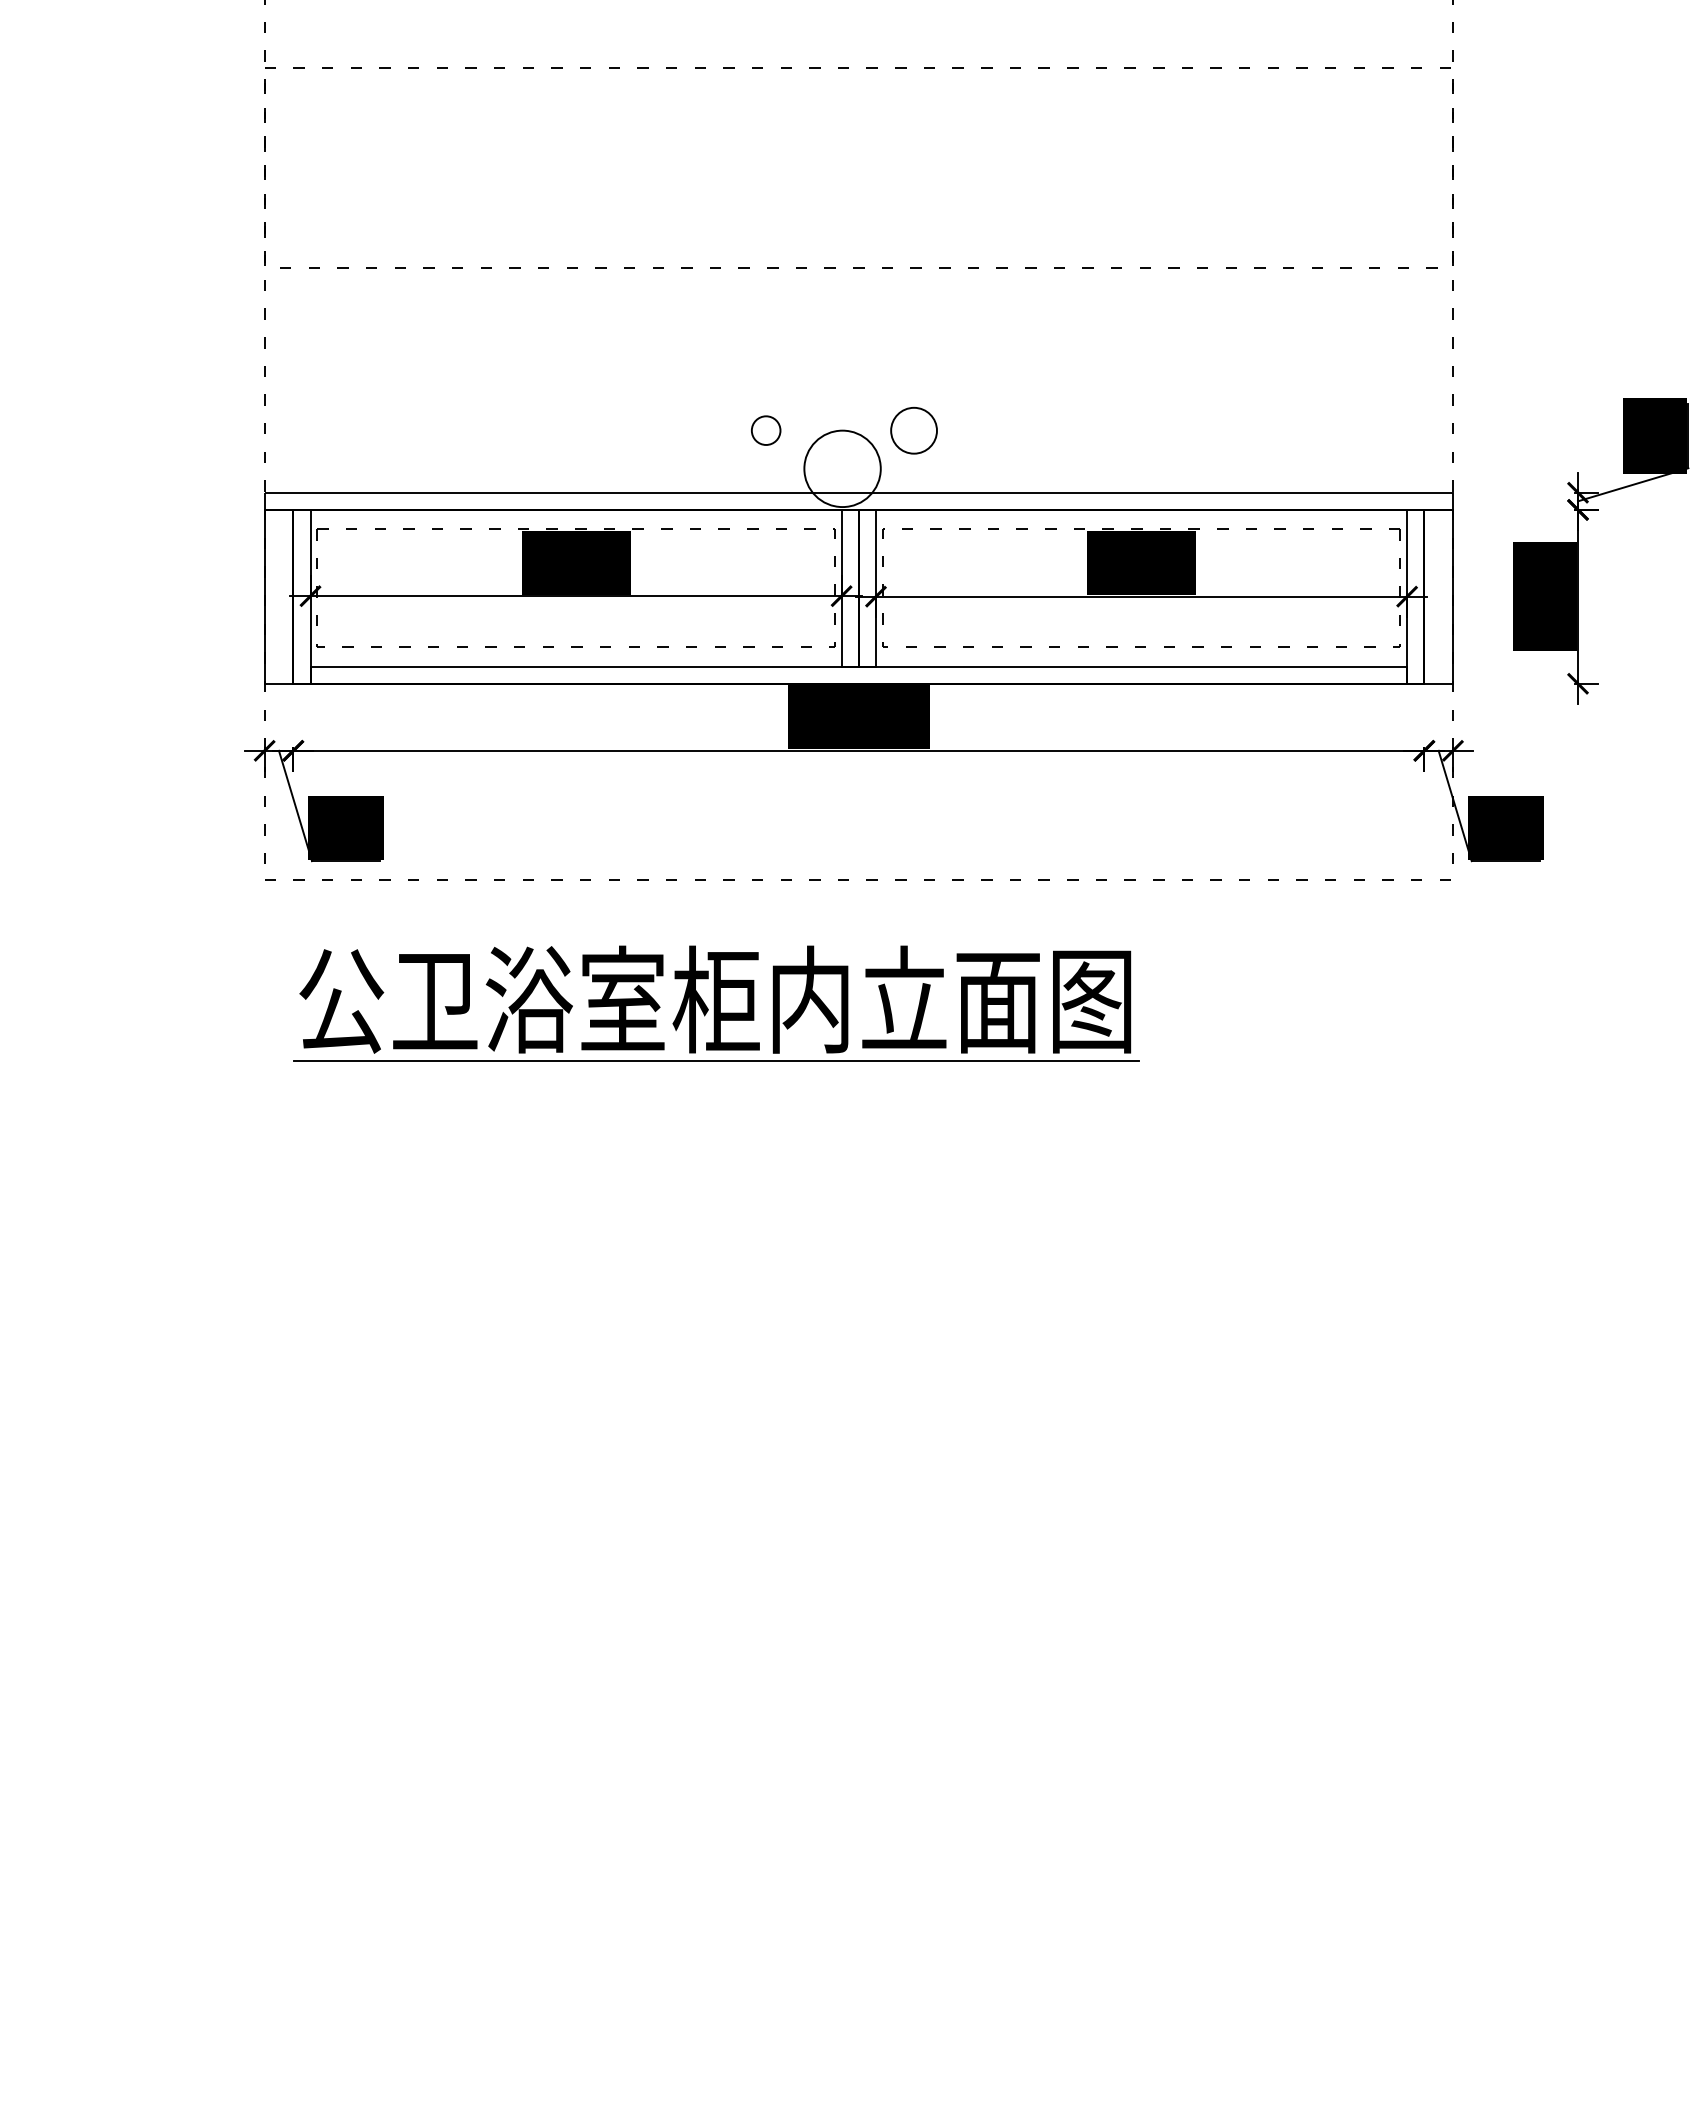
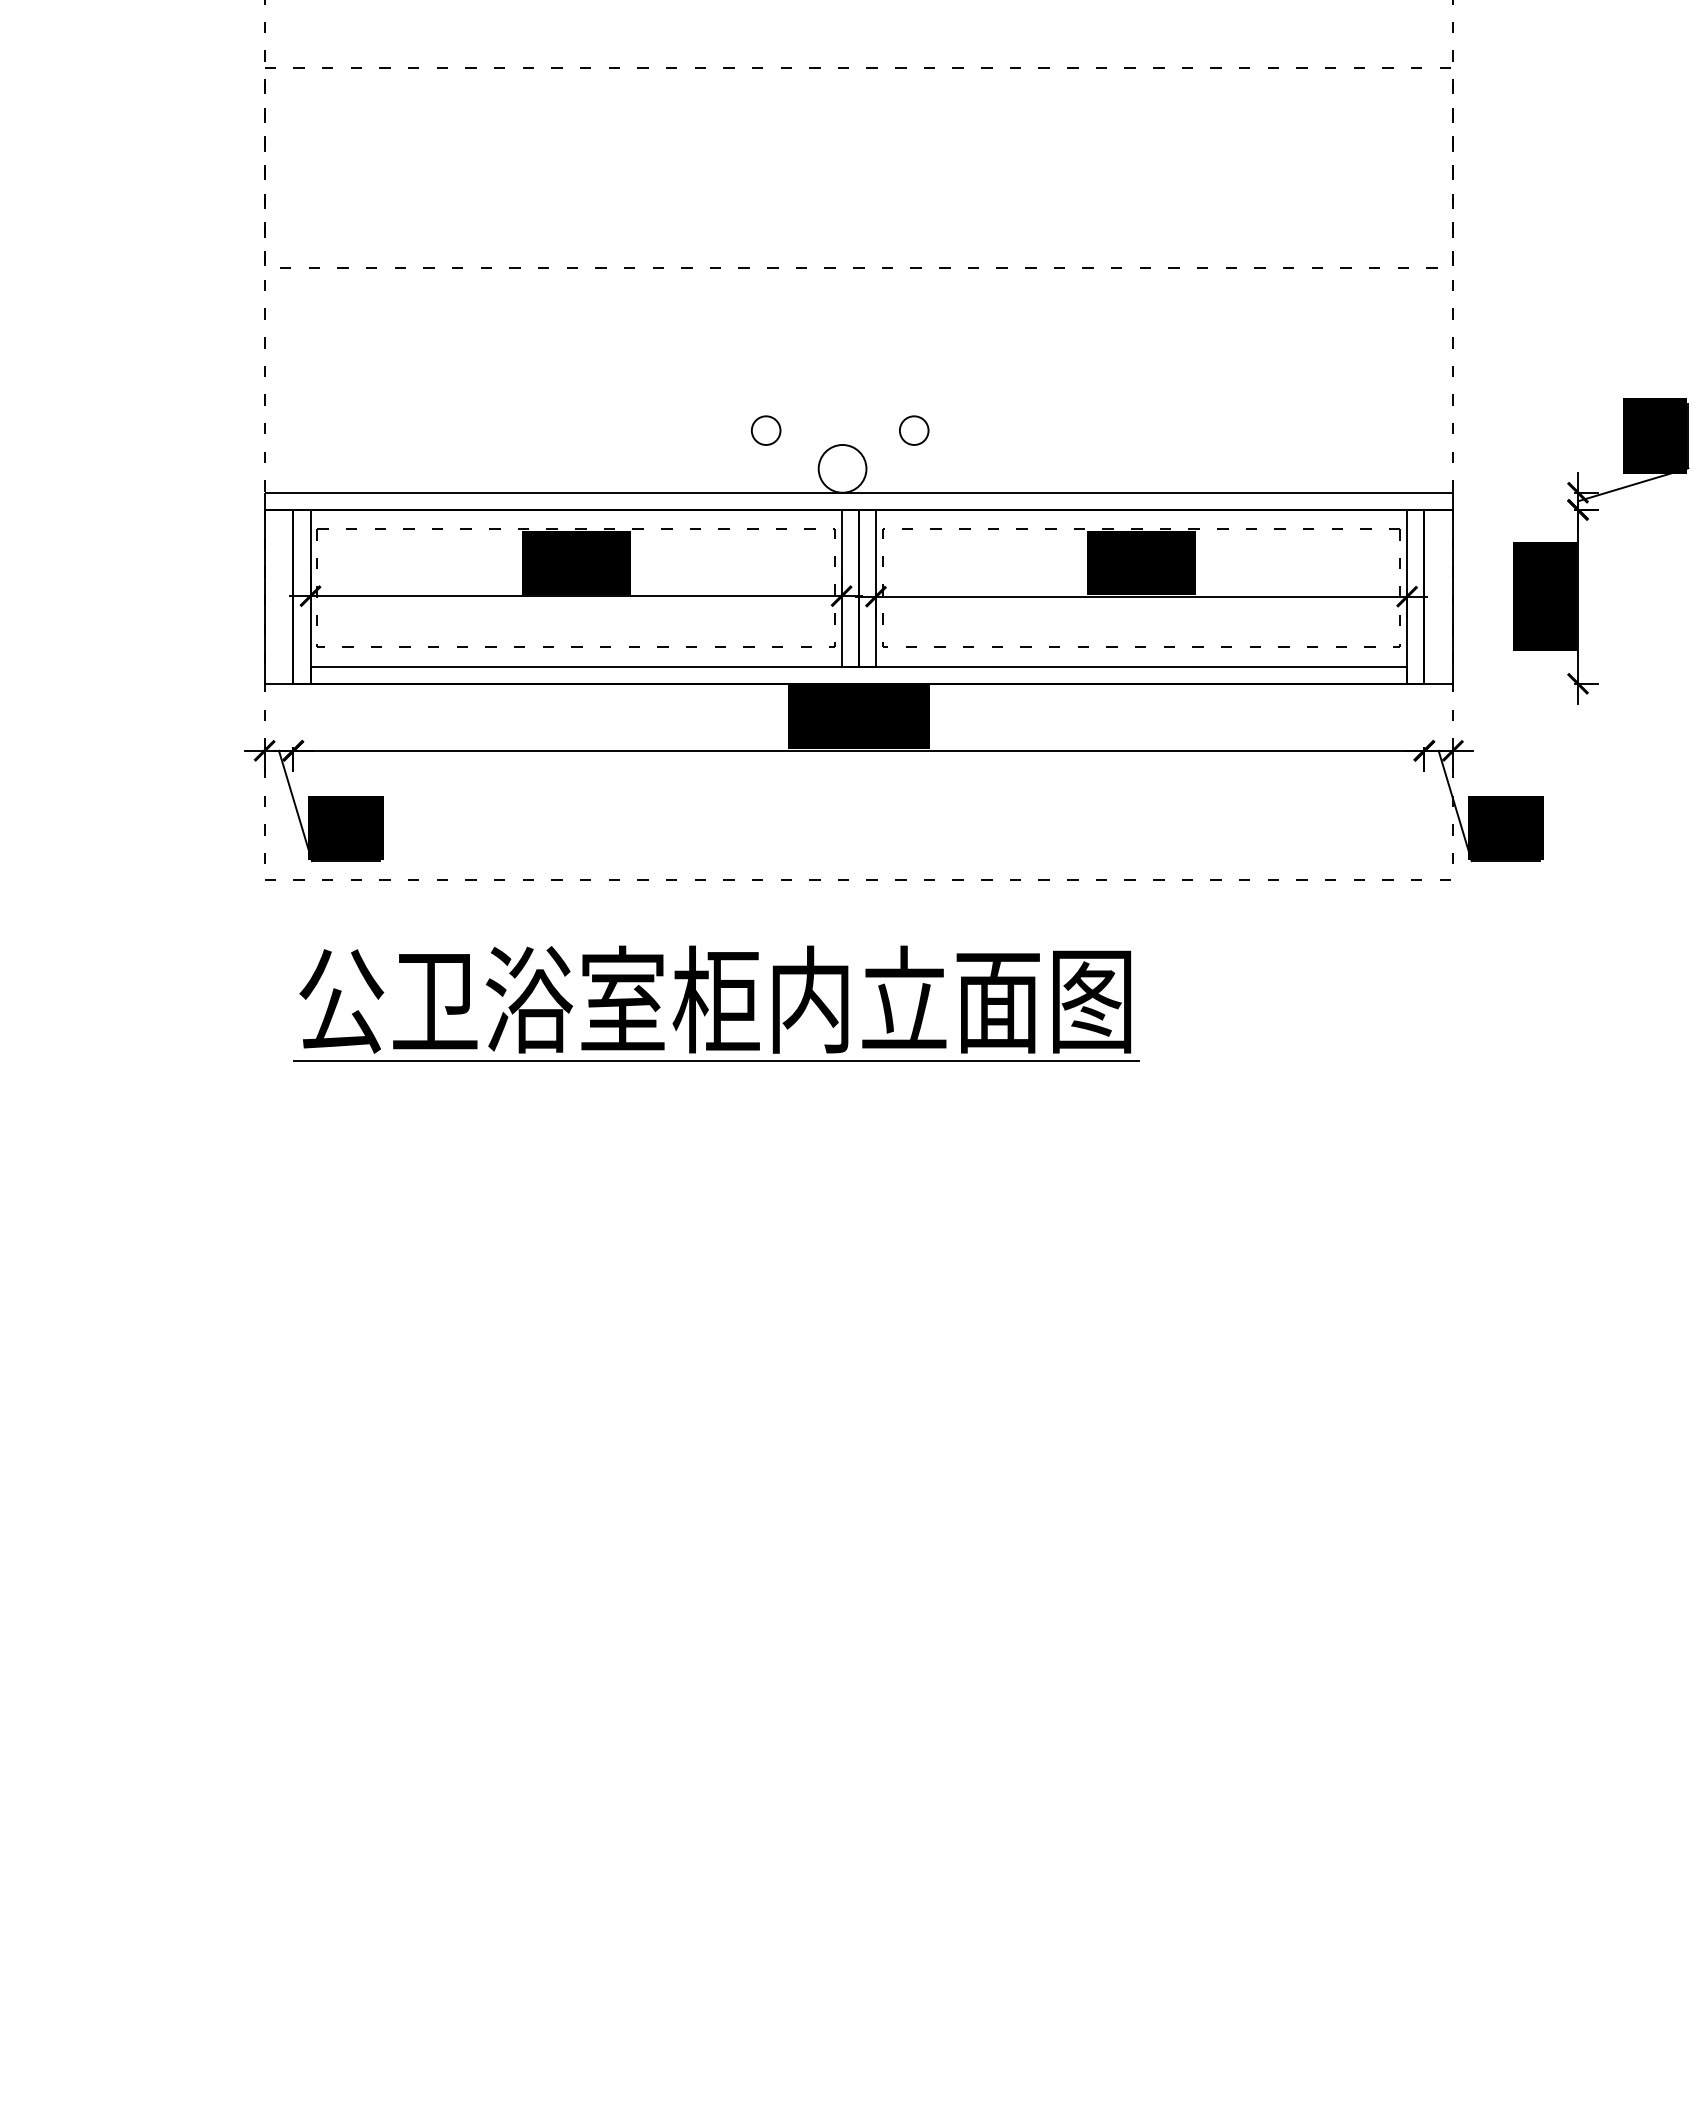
circle at (913, 430) size: 48x49 px -> 31x31 px
circle at (842, 468) diameter: 76 px -> 48 px
